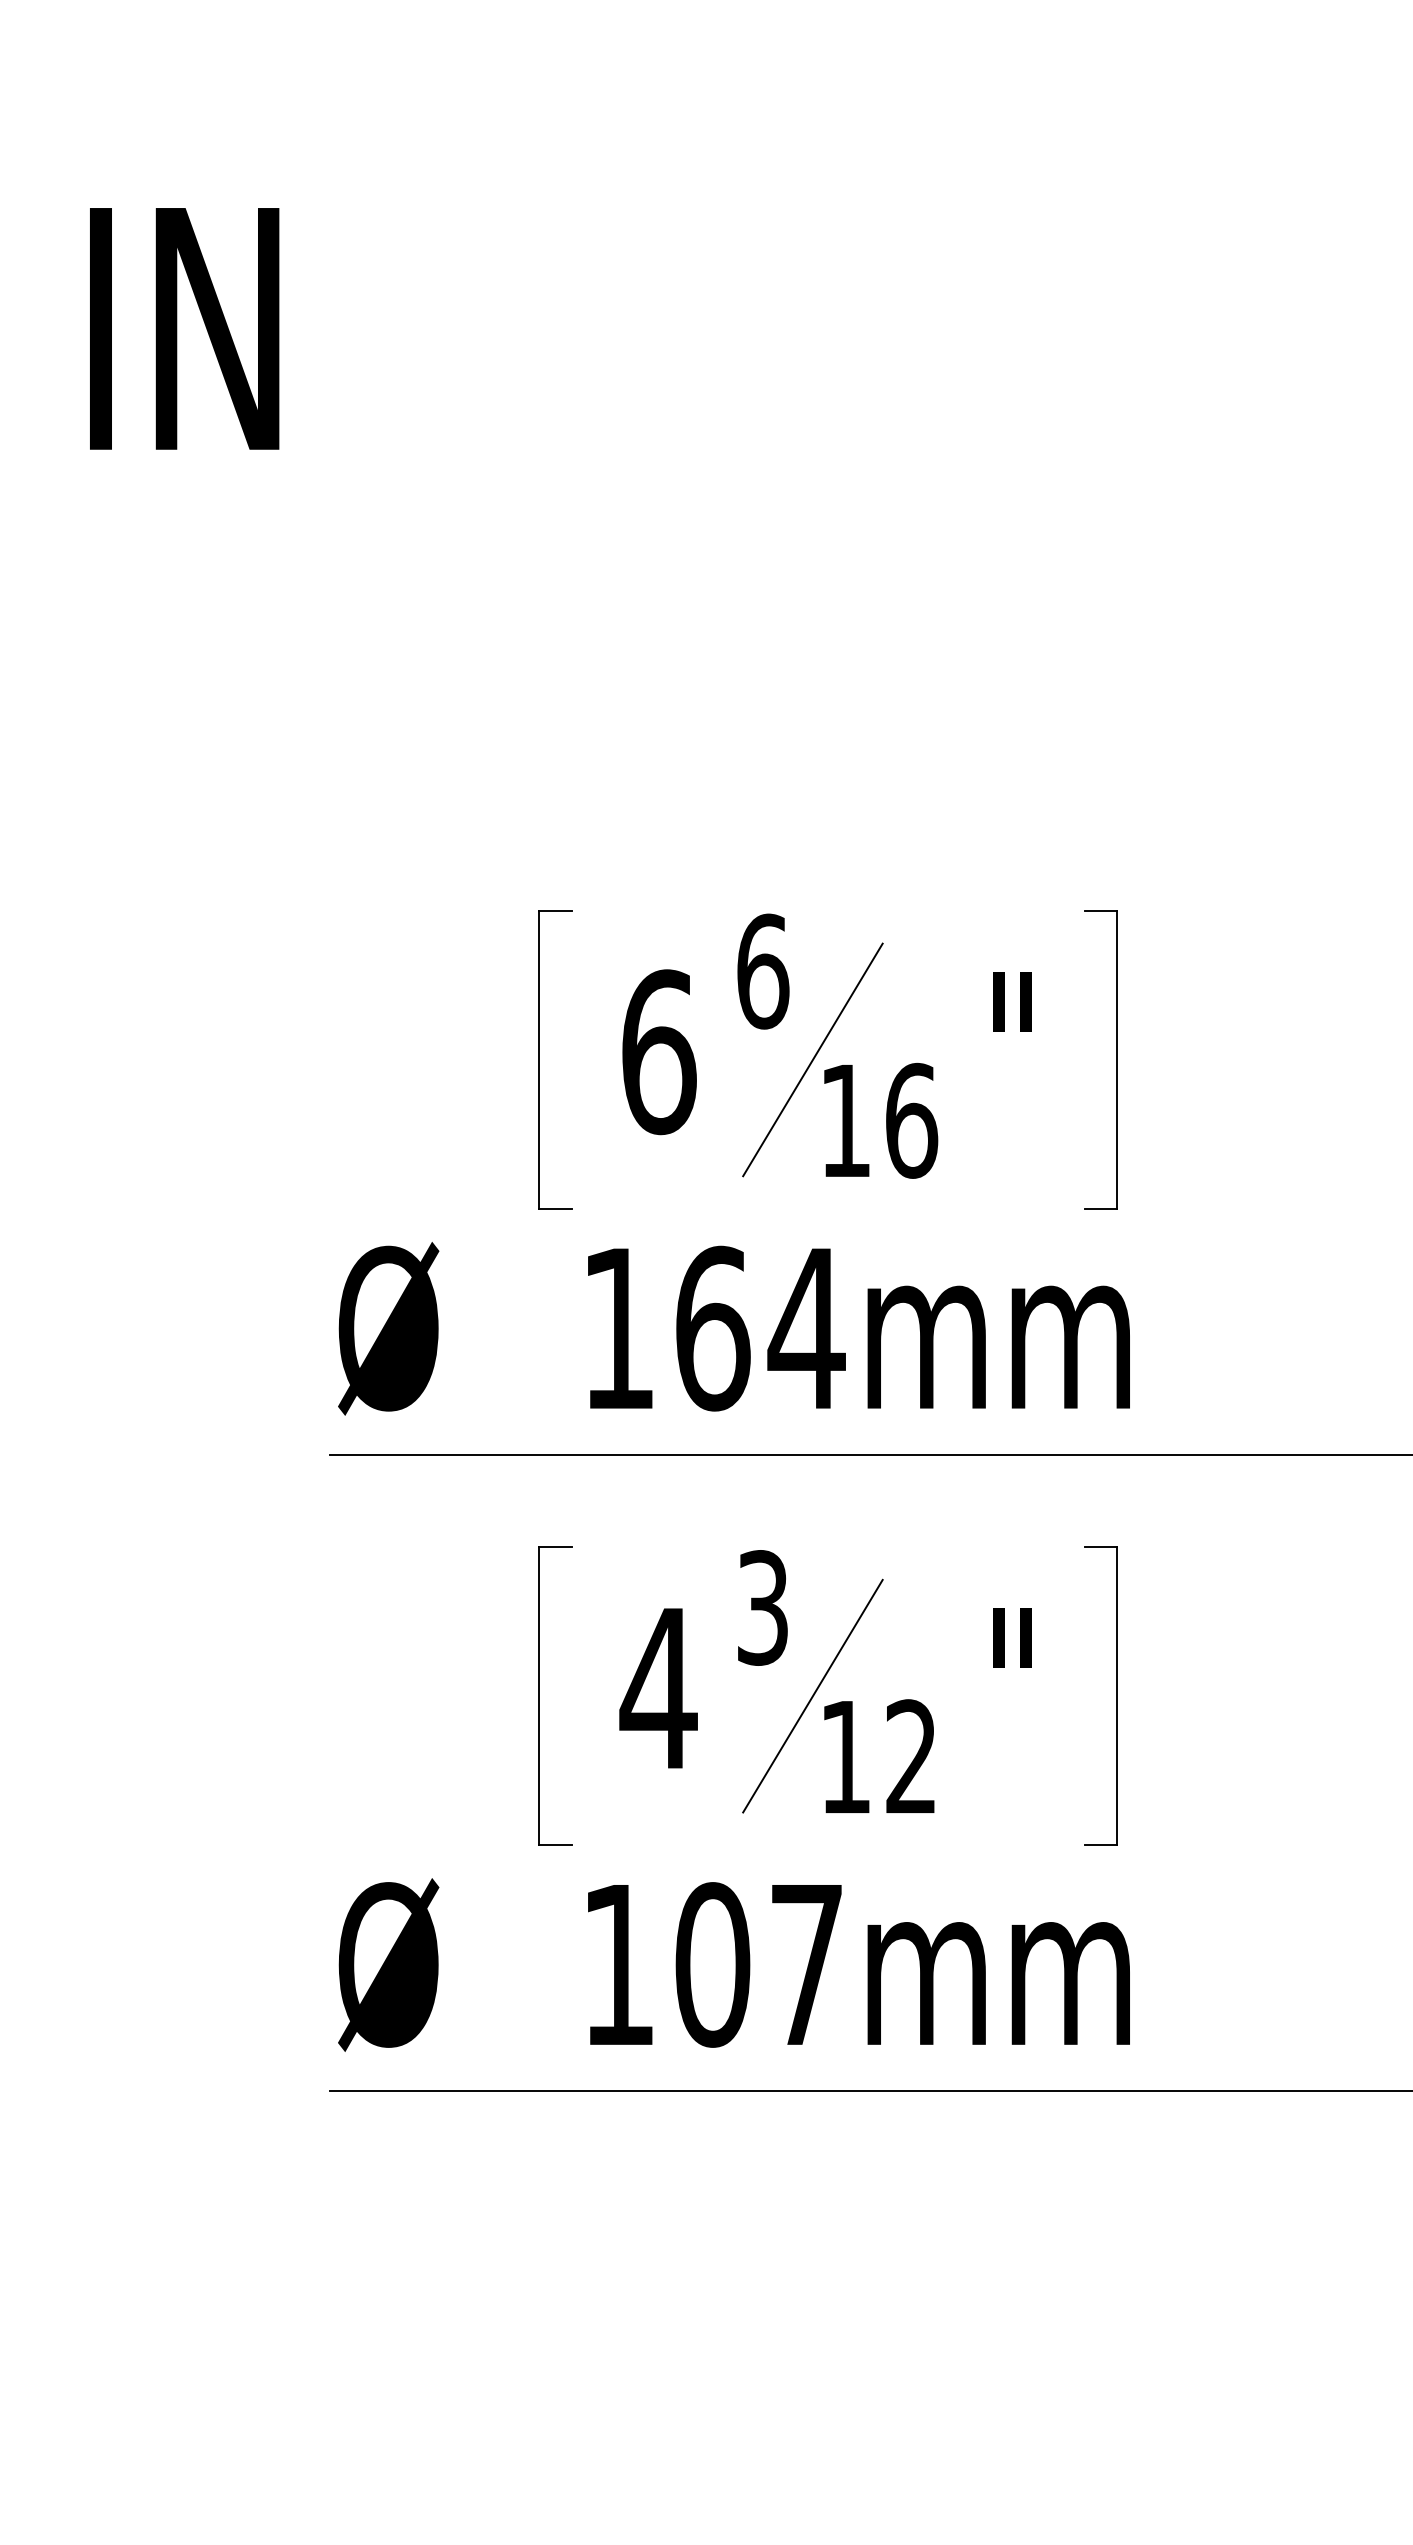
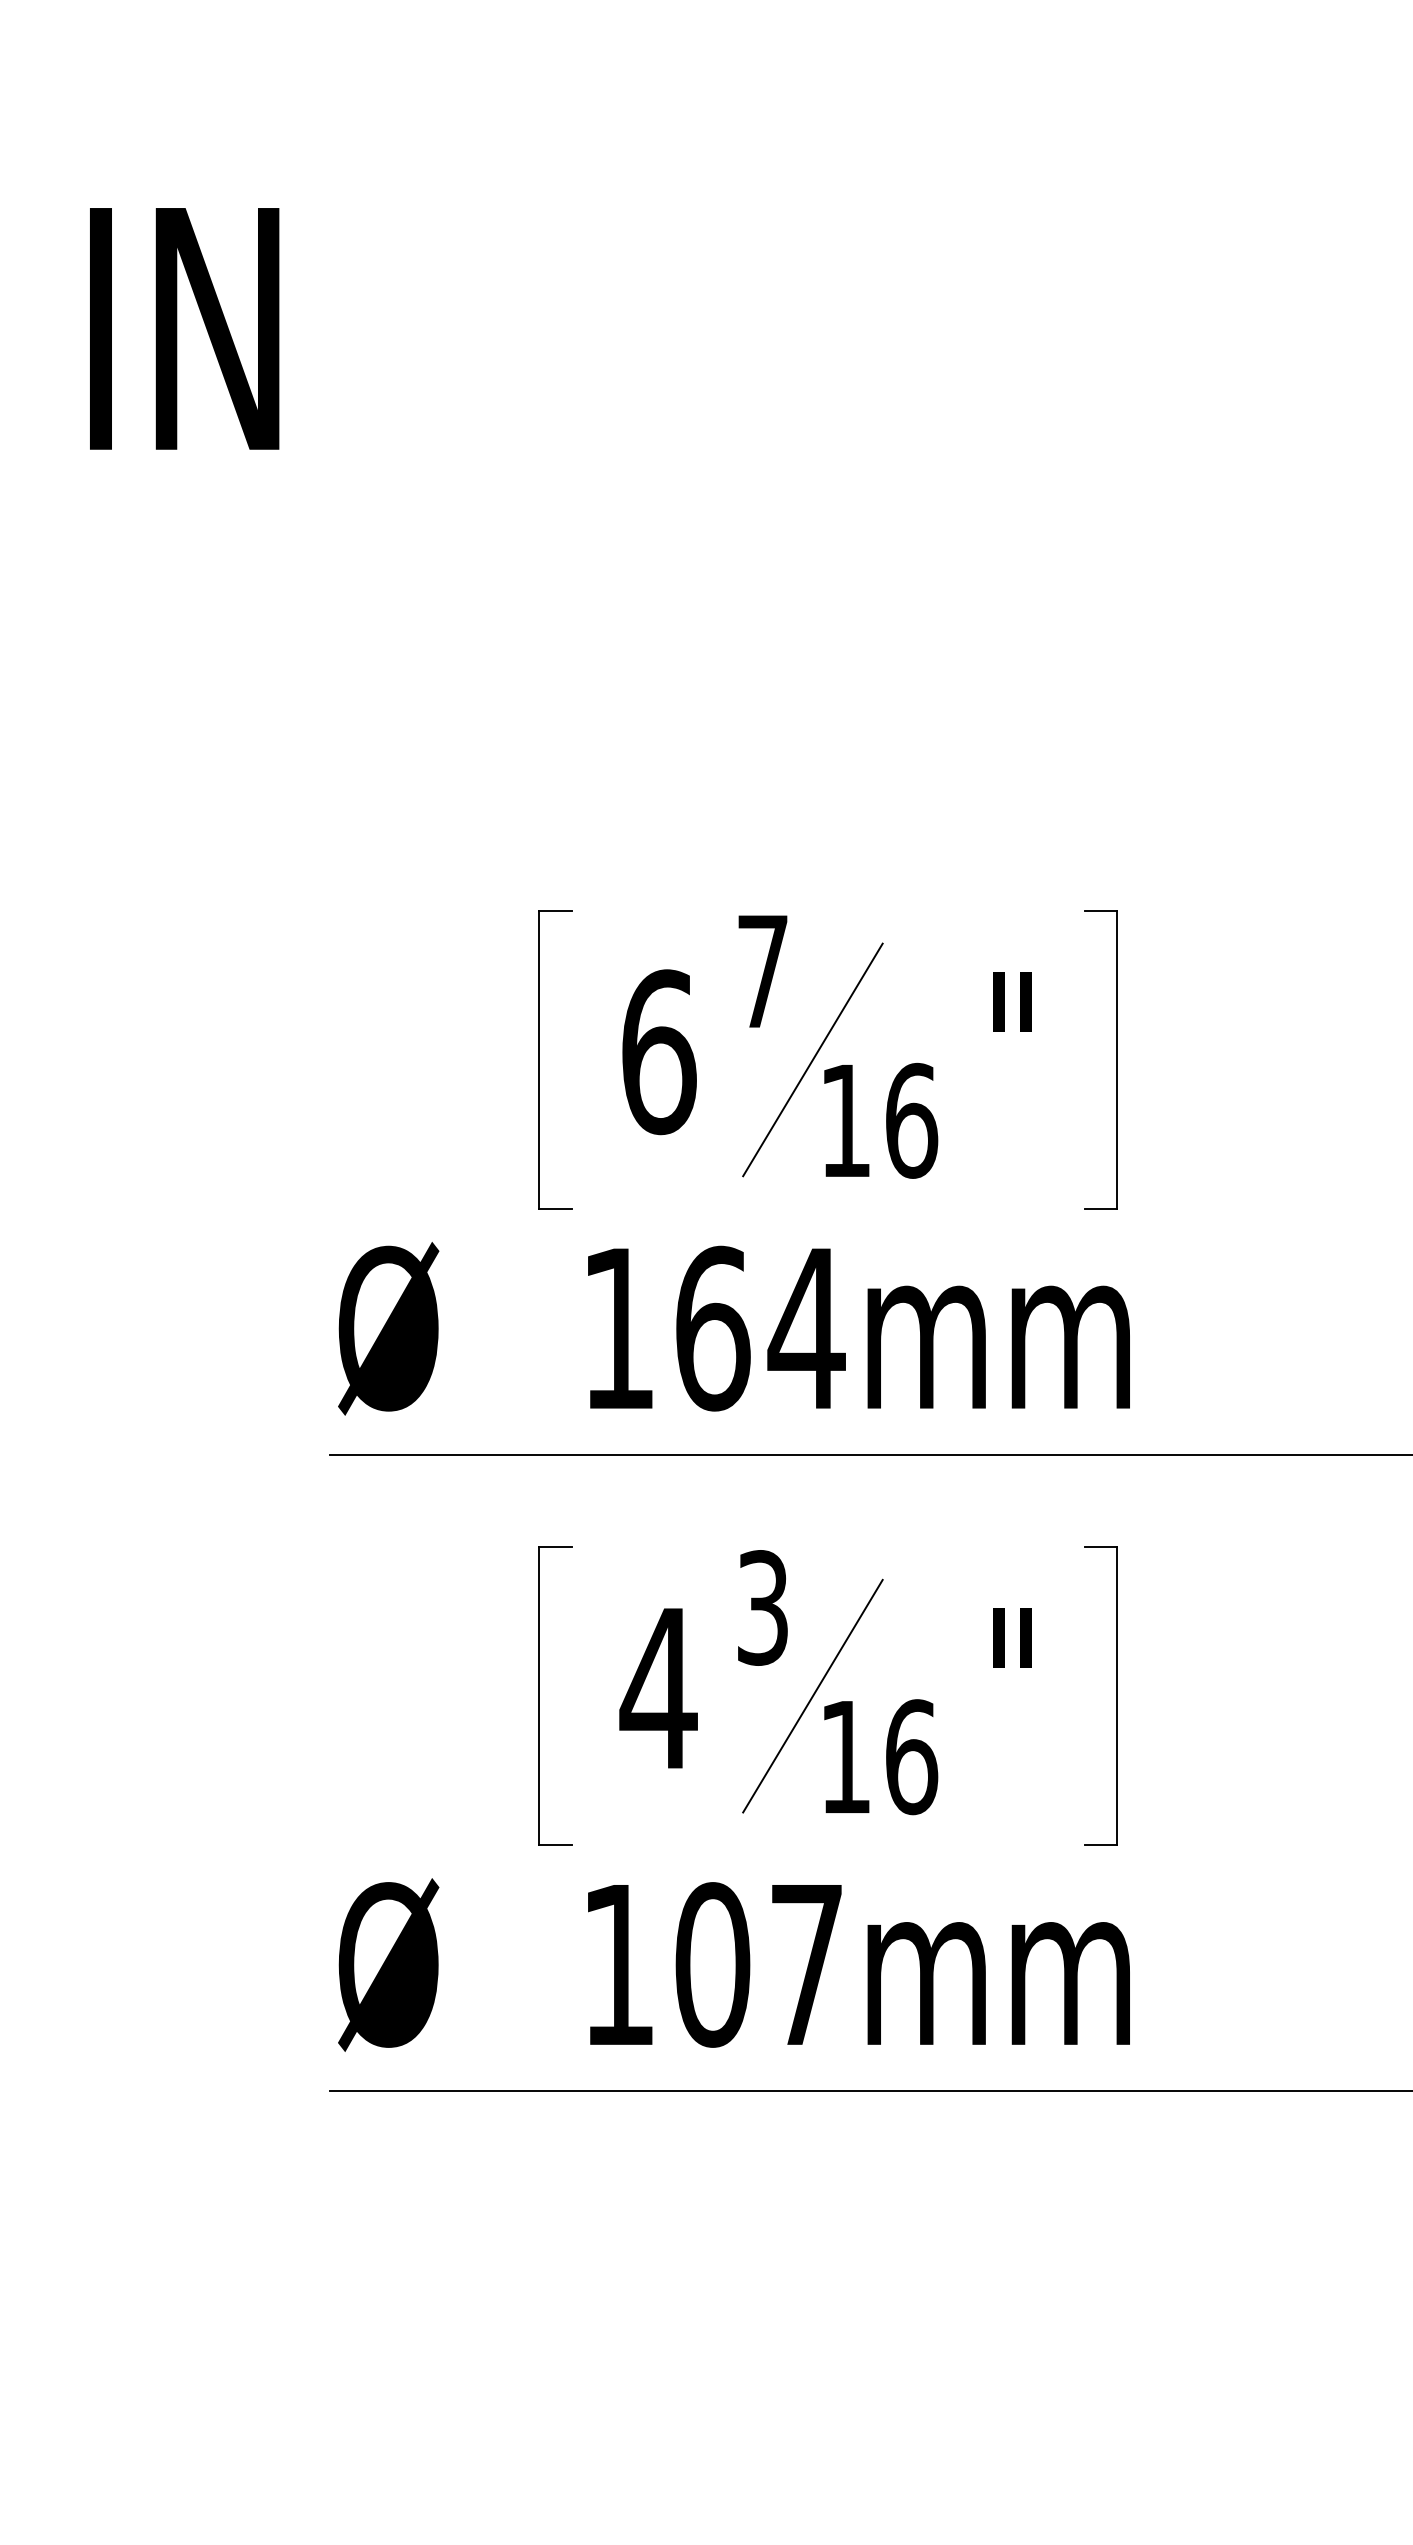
text at (763, 971): 6 -> 7
text at (912, 1757): 12 -> 16
